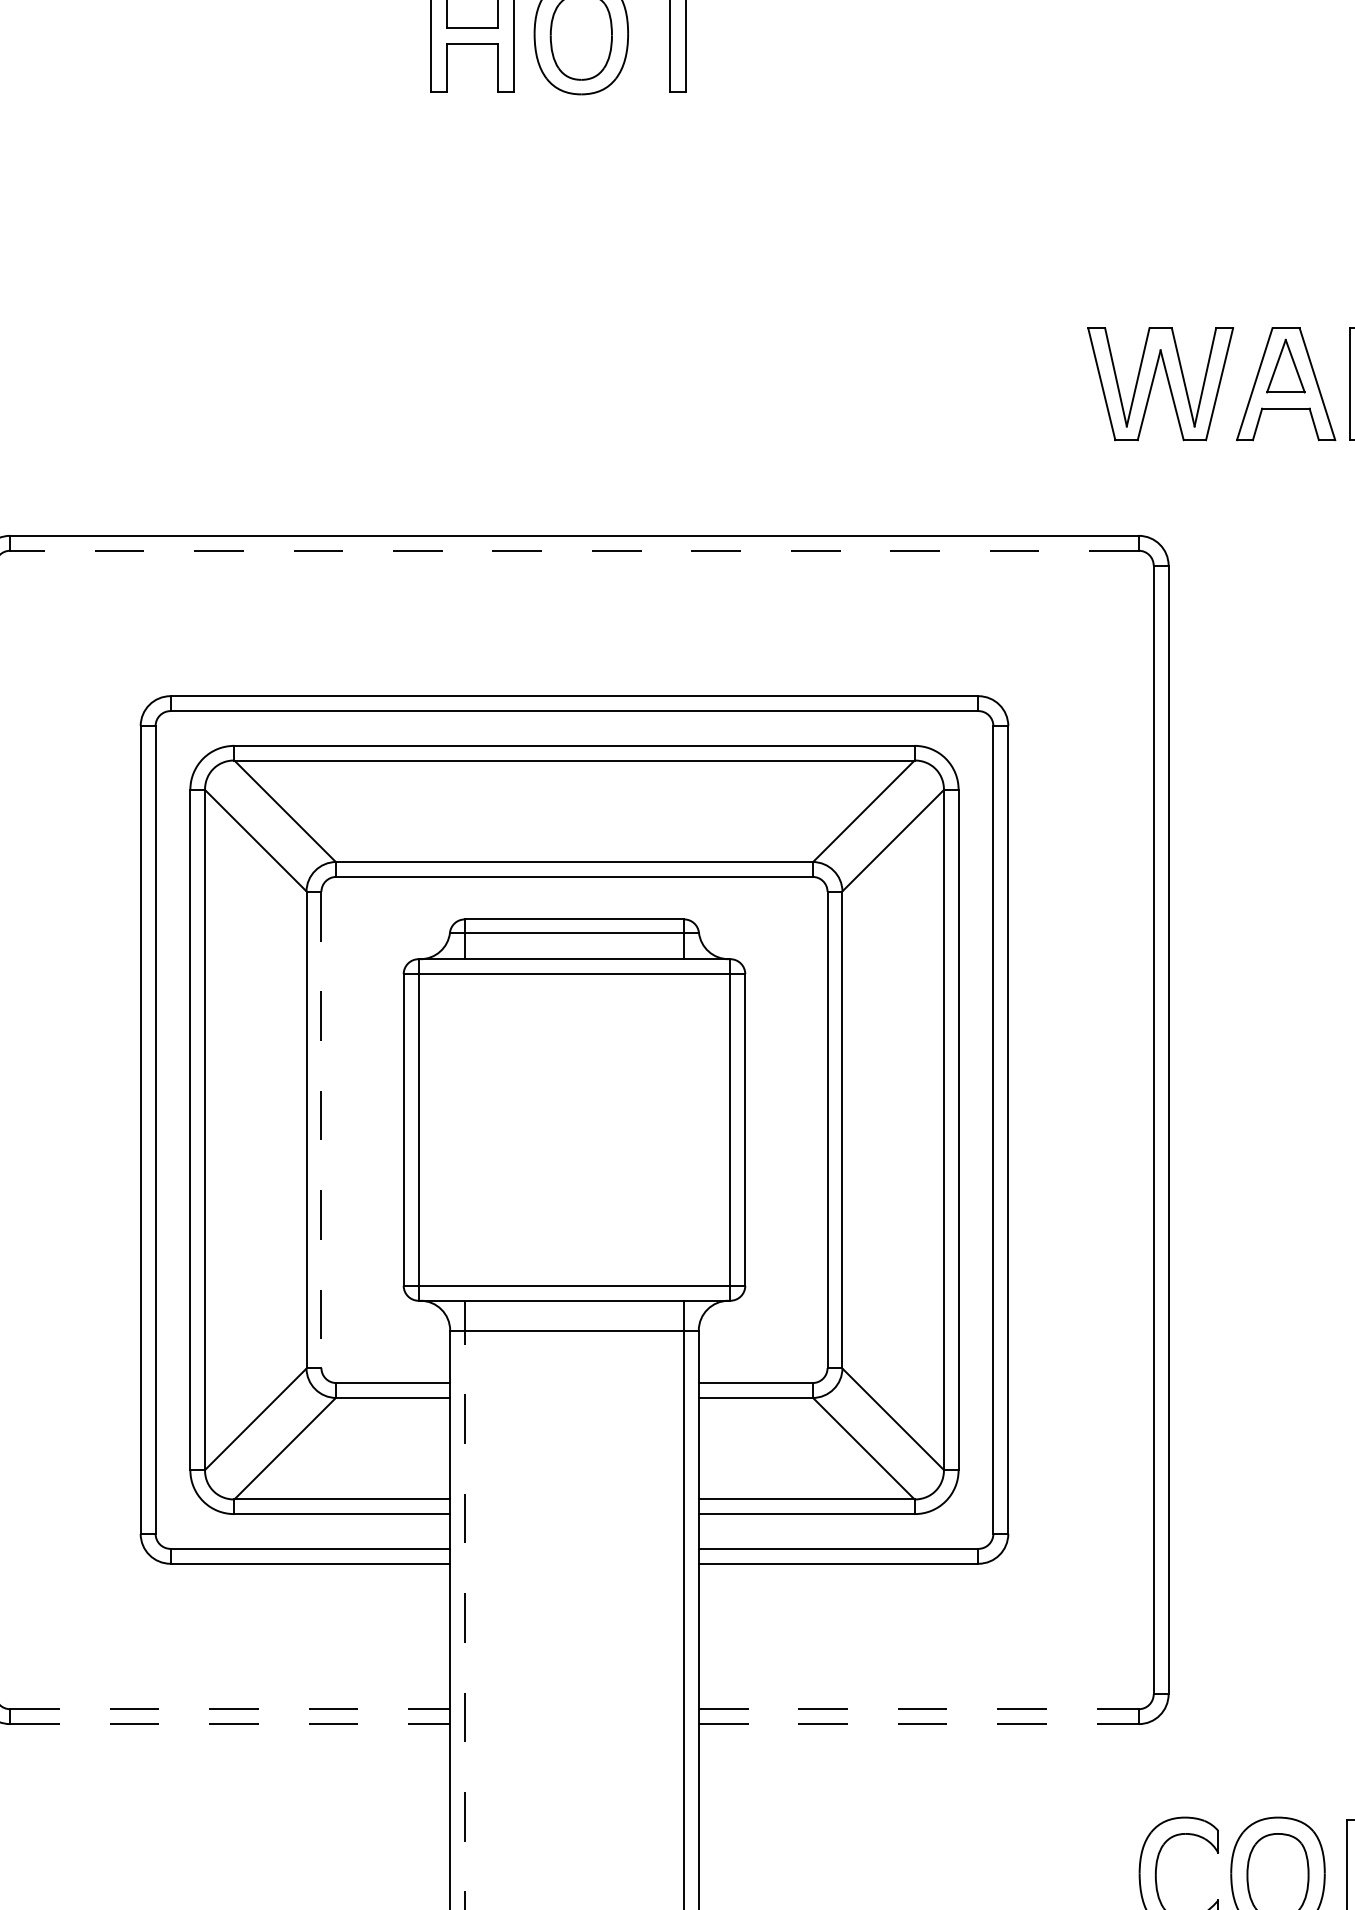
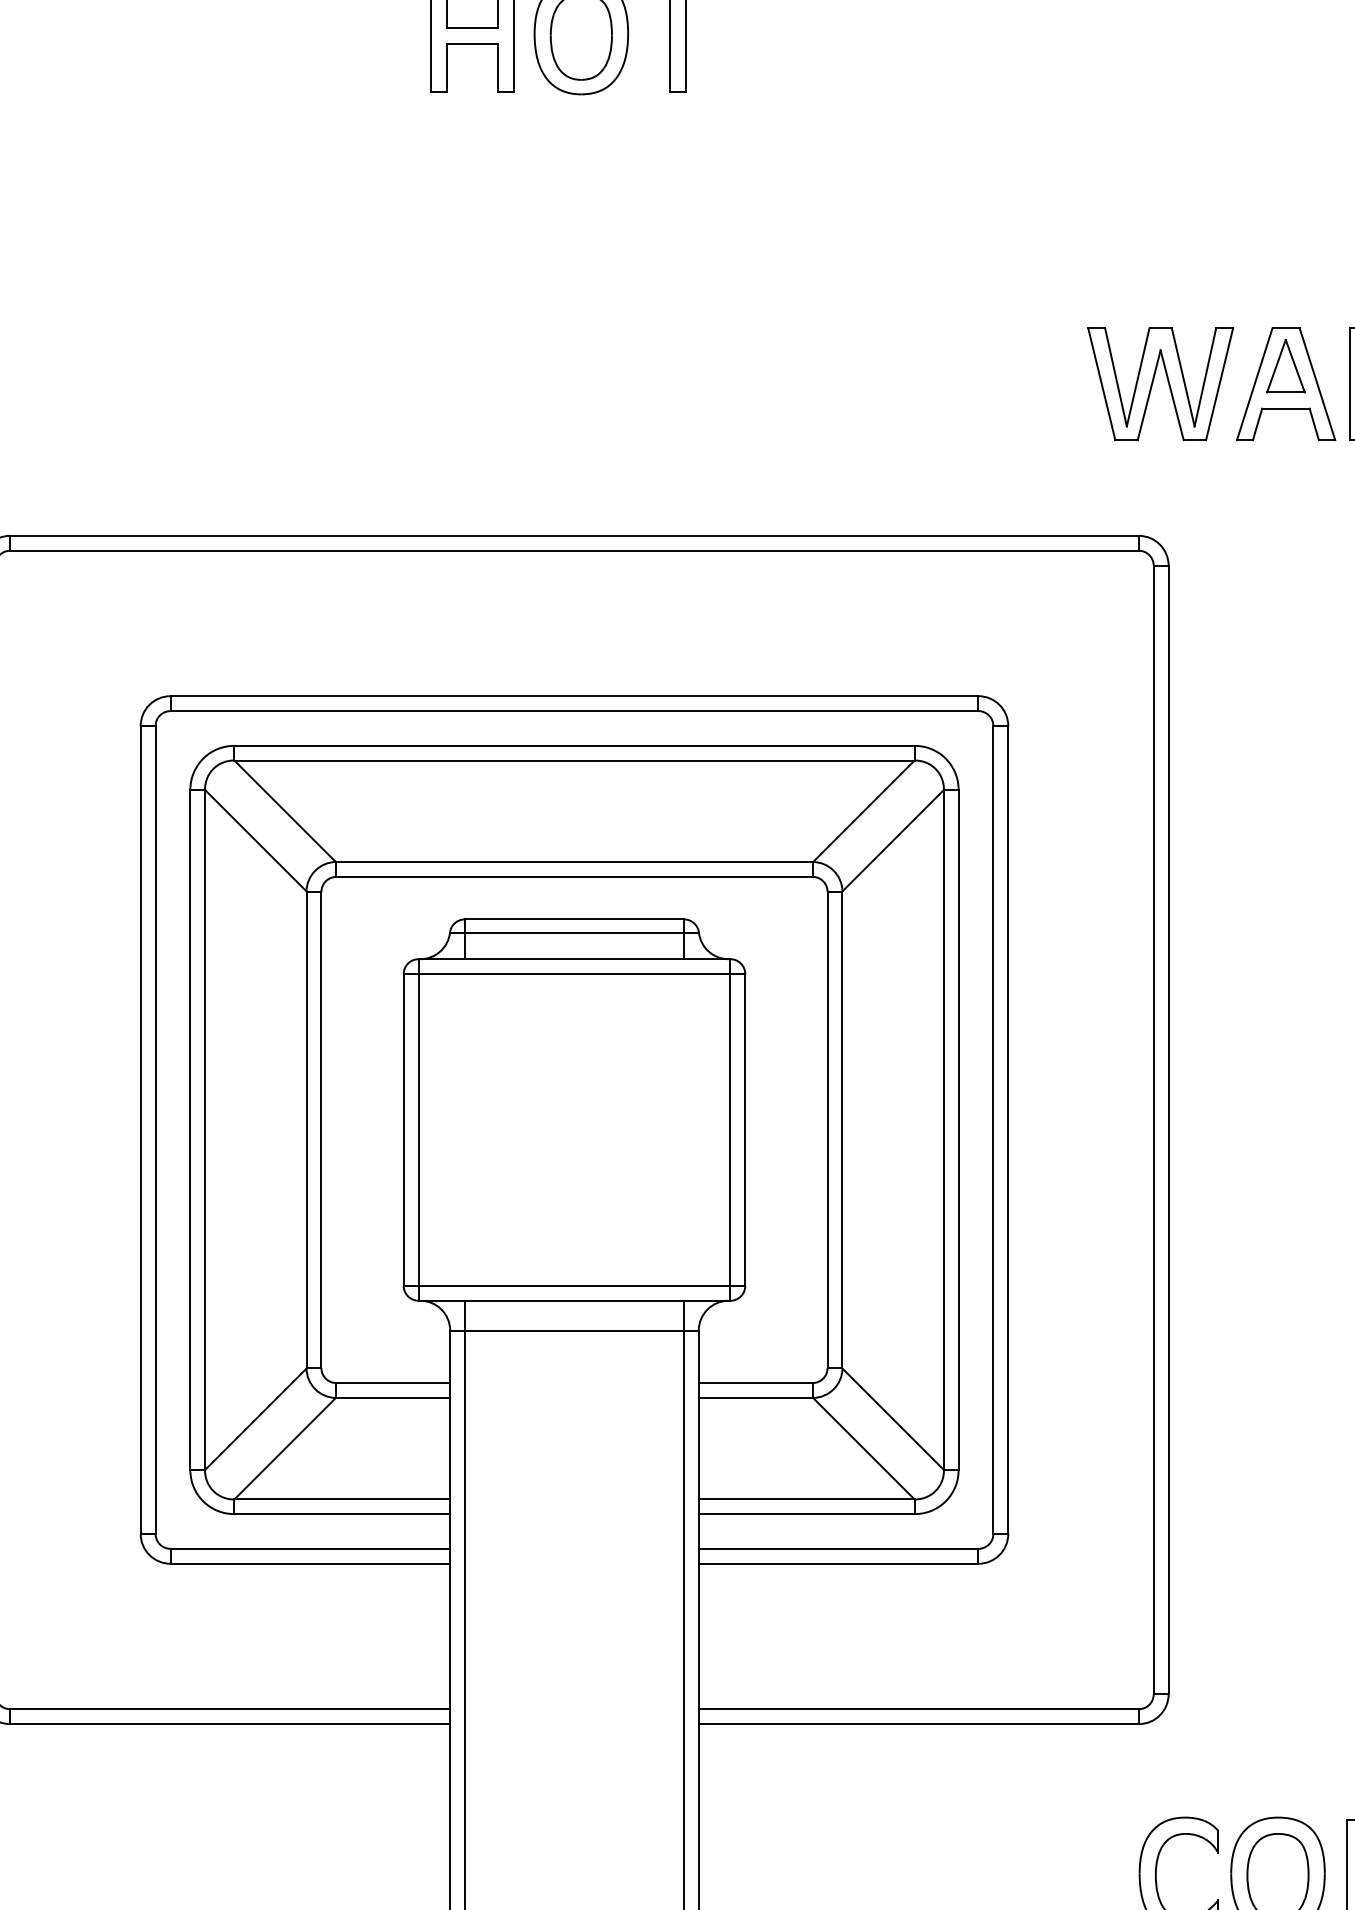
line at (574, 550): dashed -> solid
line at (321, 1130): dashed -> solid
line at (465, 1604): dashed -> solid
line at (230, 1709): dashed -> solid
line at (919, 1709): dashed -> solid
line at (230, 1724): dashed -> solid
line at (919, 1724): dashed -> solid
